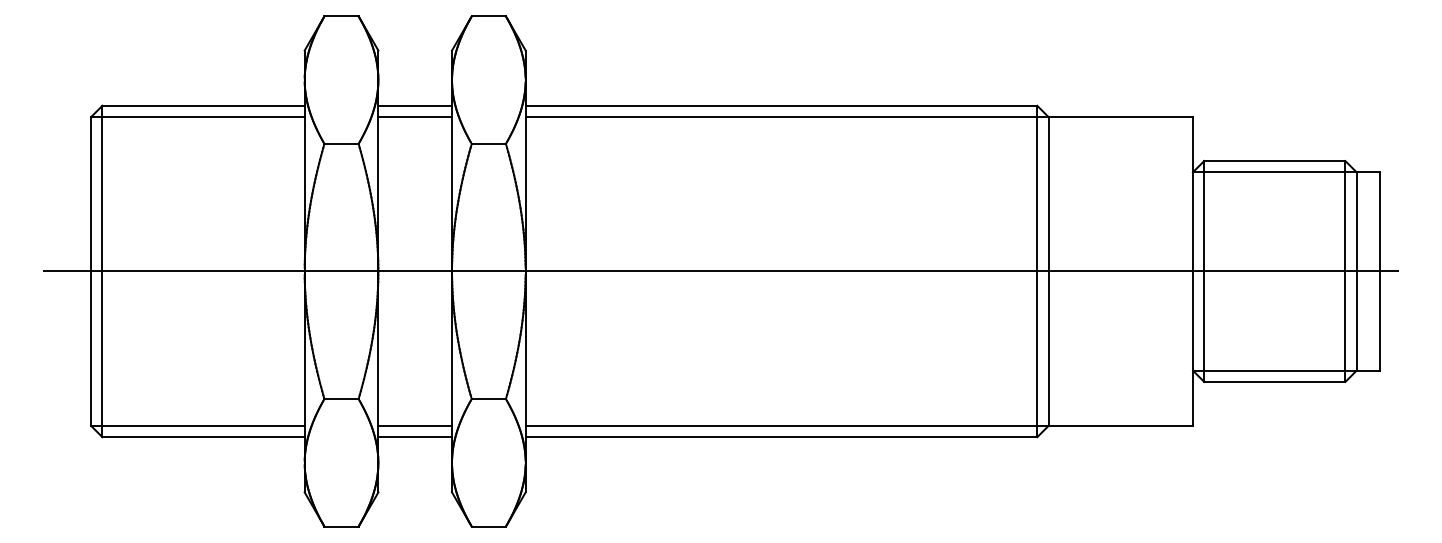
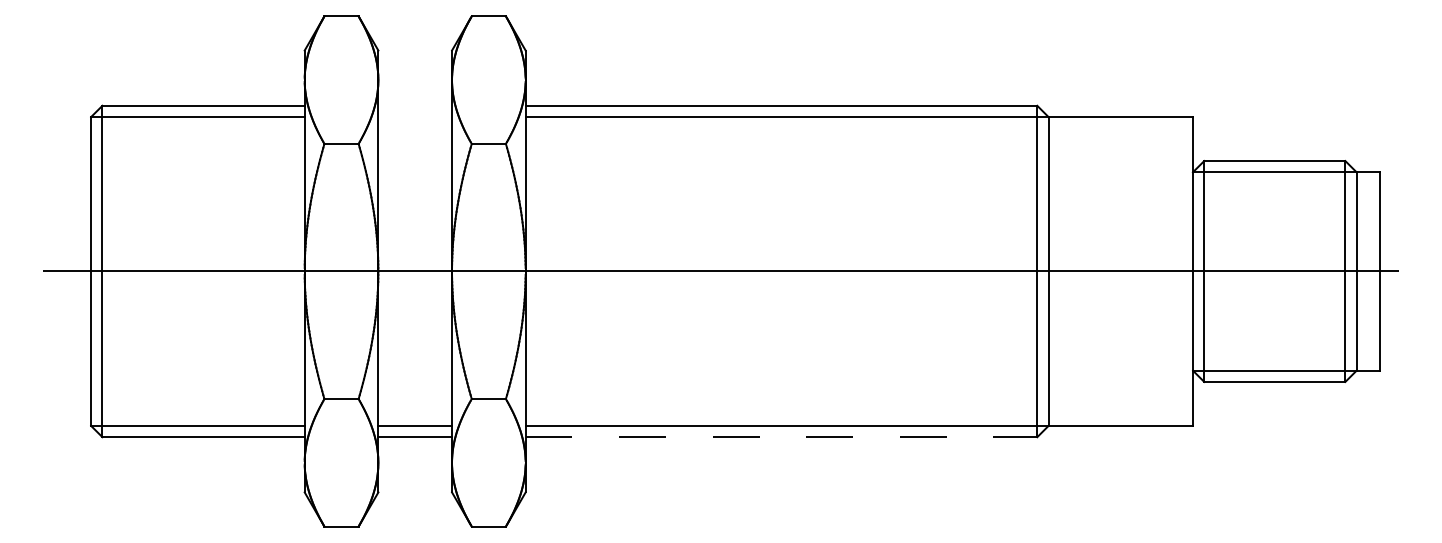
line at (415, 105): present -> none
line at (415, 117): present -> none
line at (781, 437): solid -> dashed
